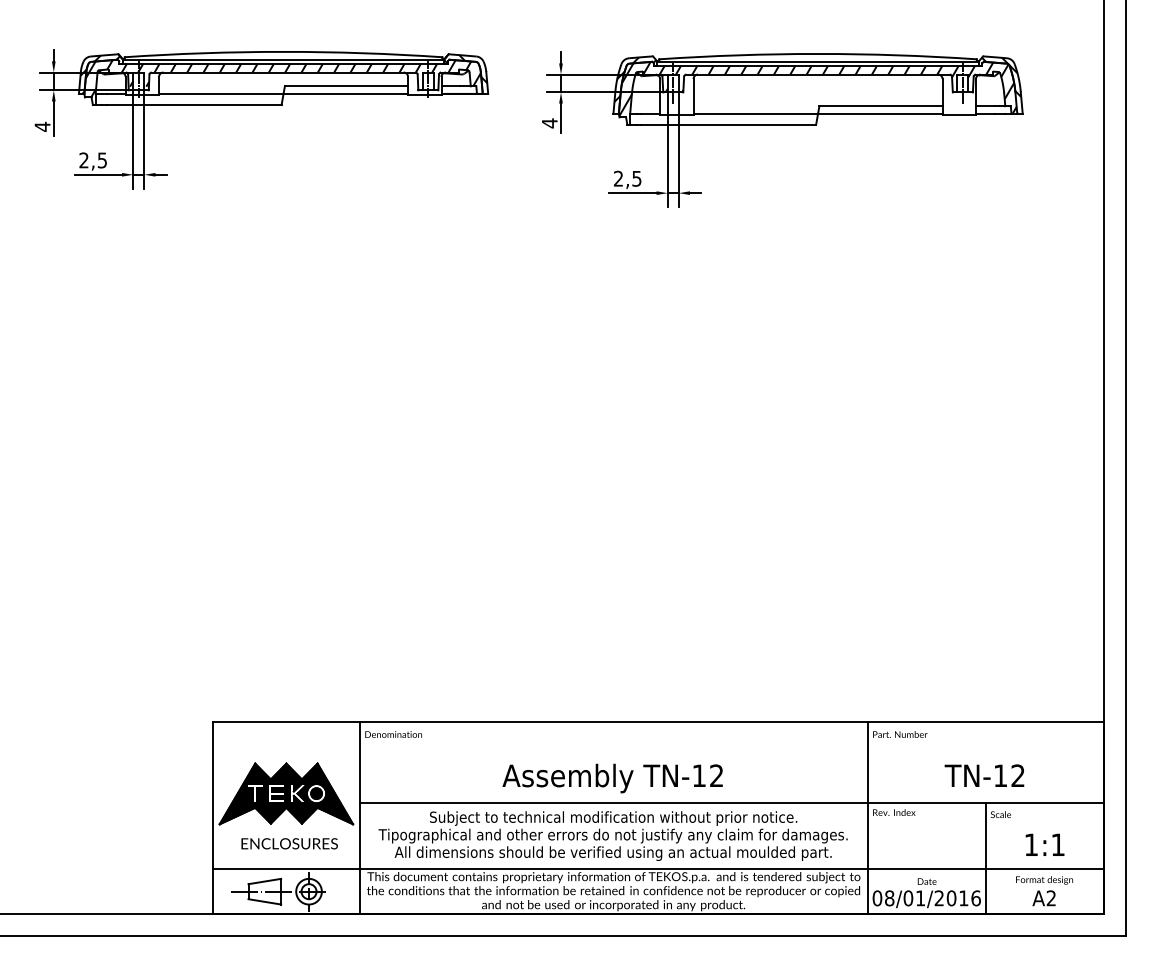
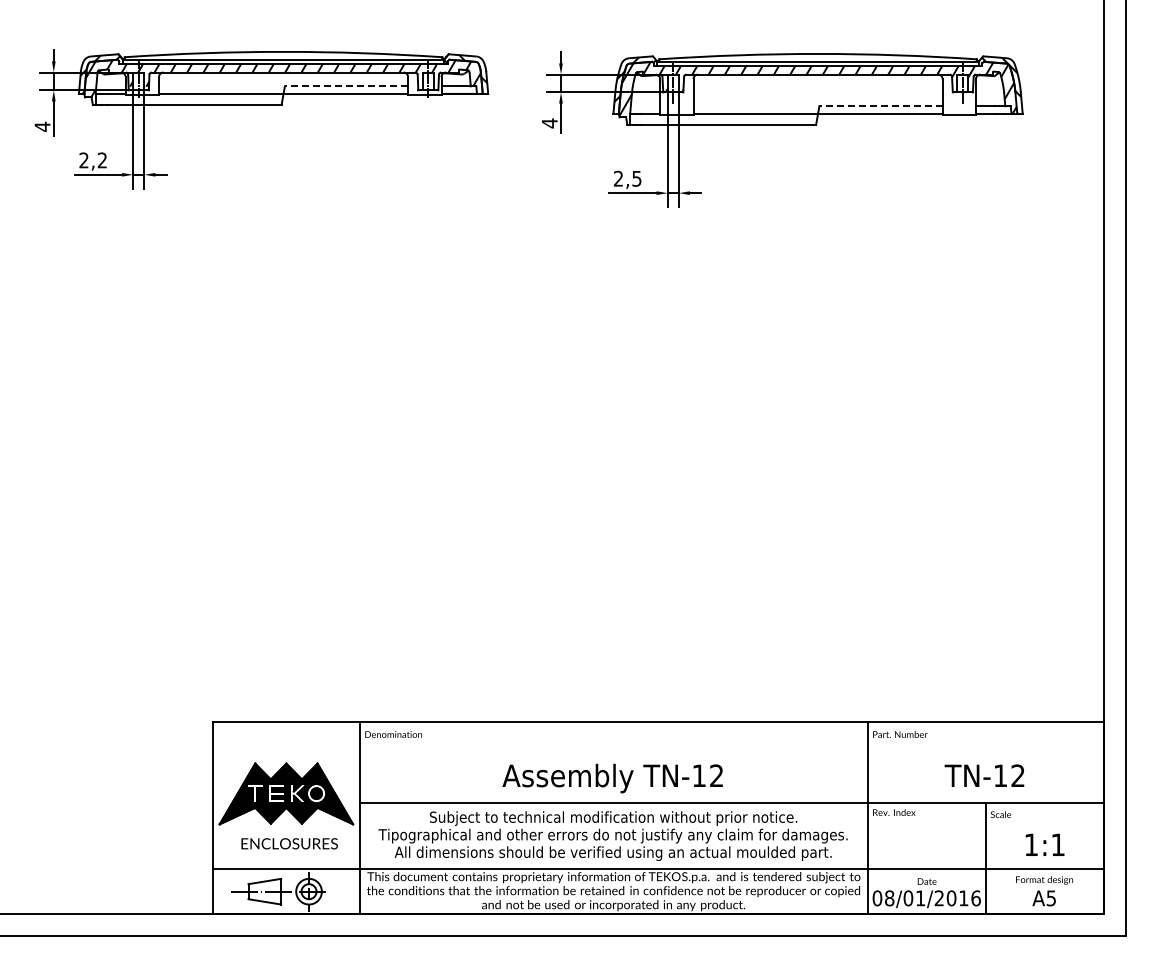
line at (346, 86): solid -> dashed
line at (881, 106): solid -> dashed
text at (101, 160): 2,5 -> 2,2
text at (1050, 898): A2 -> A5
